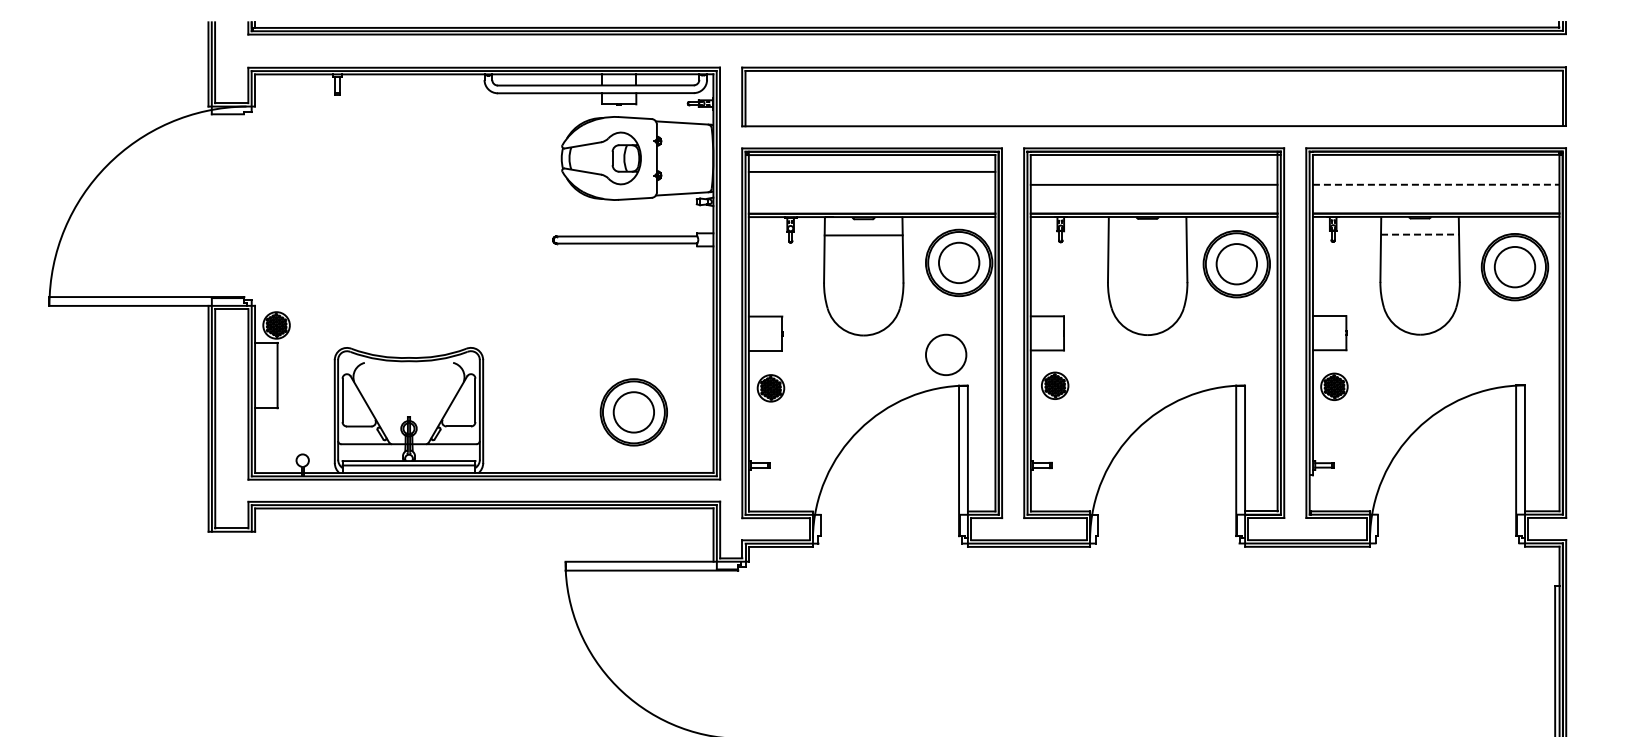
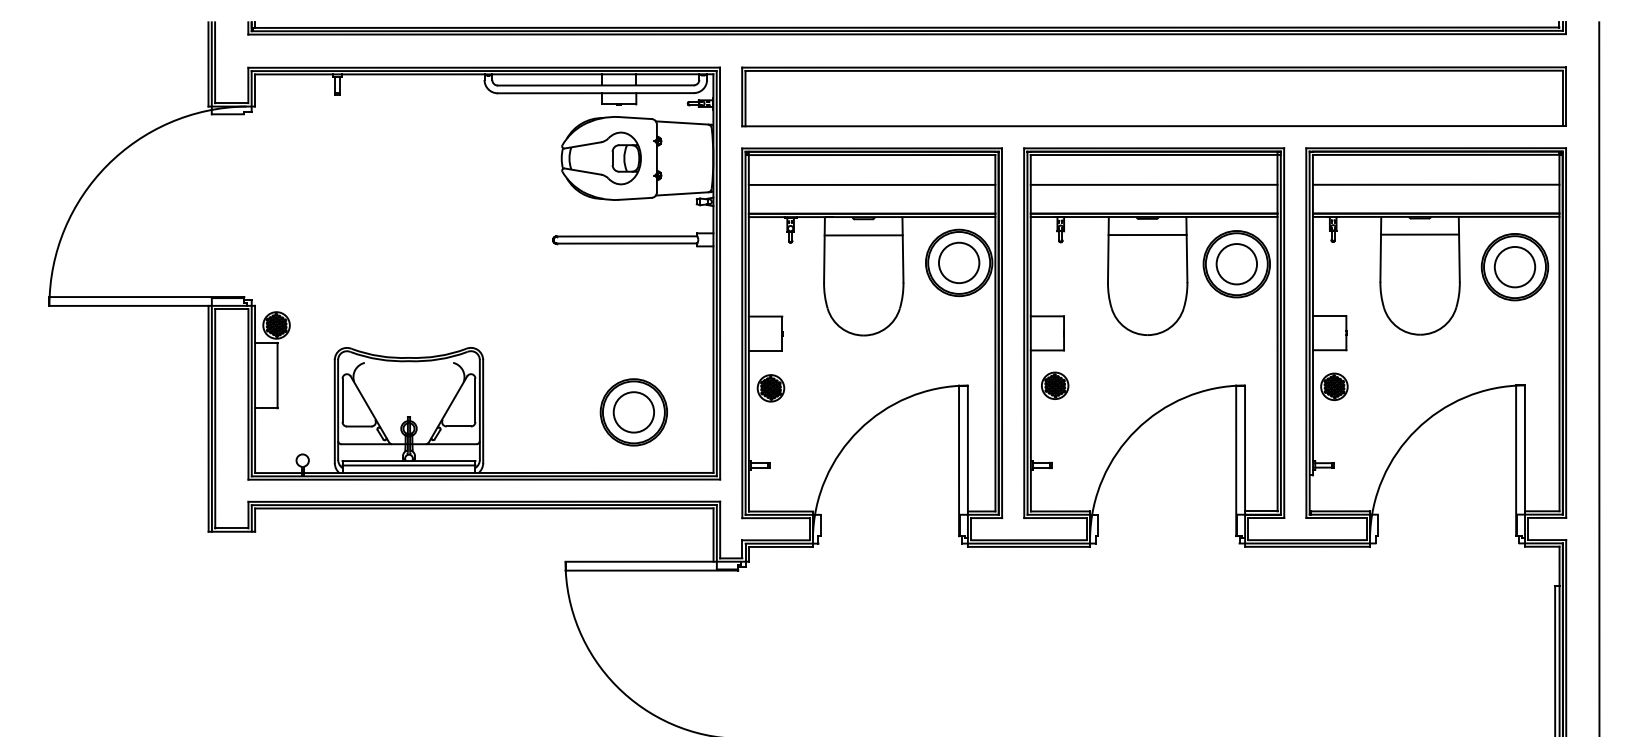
line at (871, 171) position: (871, 171) -> (871, 184)
line at (1436, 184): dashed -> solid
line at (1147, 234): none -> present
line at (1420, 234): dashed -> solid
circle at (946, 354): present -> none
line at (1599, 377): none -> present
